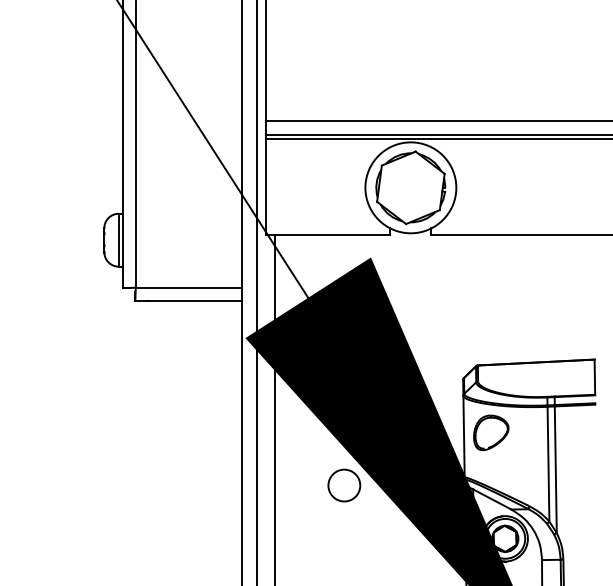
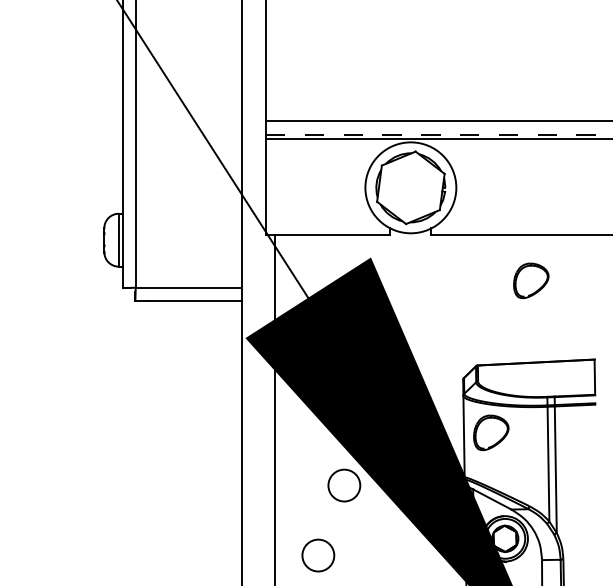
line at (440, 134): solid -> dashed
part at (531, 280): none -> present
line at (256, 292): present -> none
circle at (318, 555): none -> present
